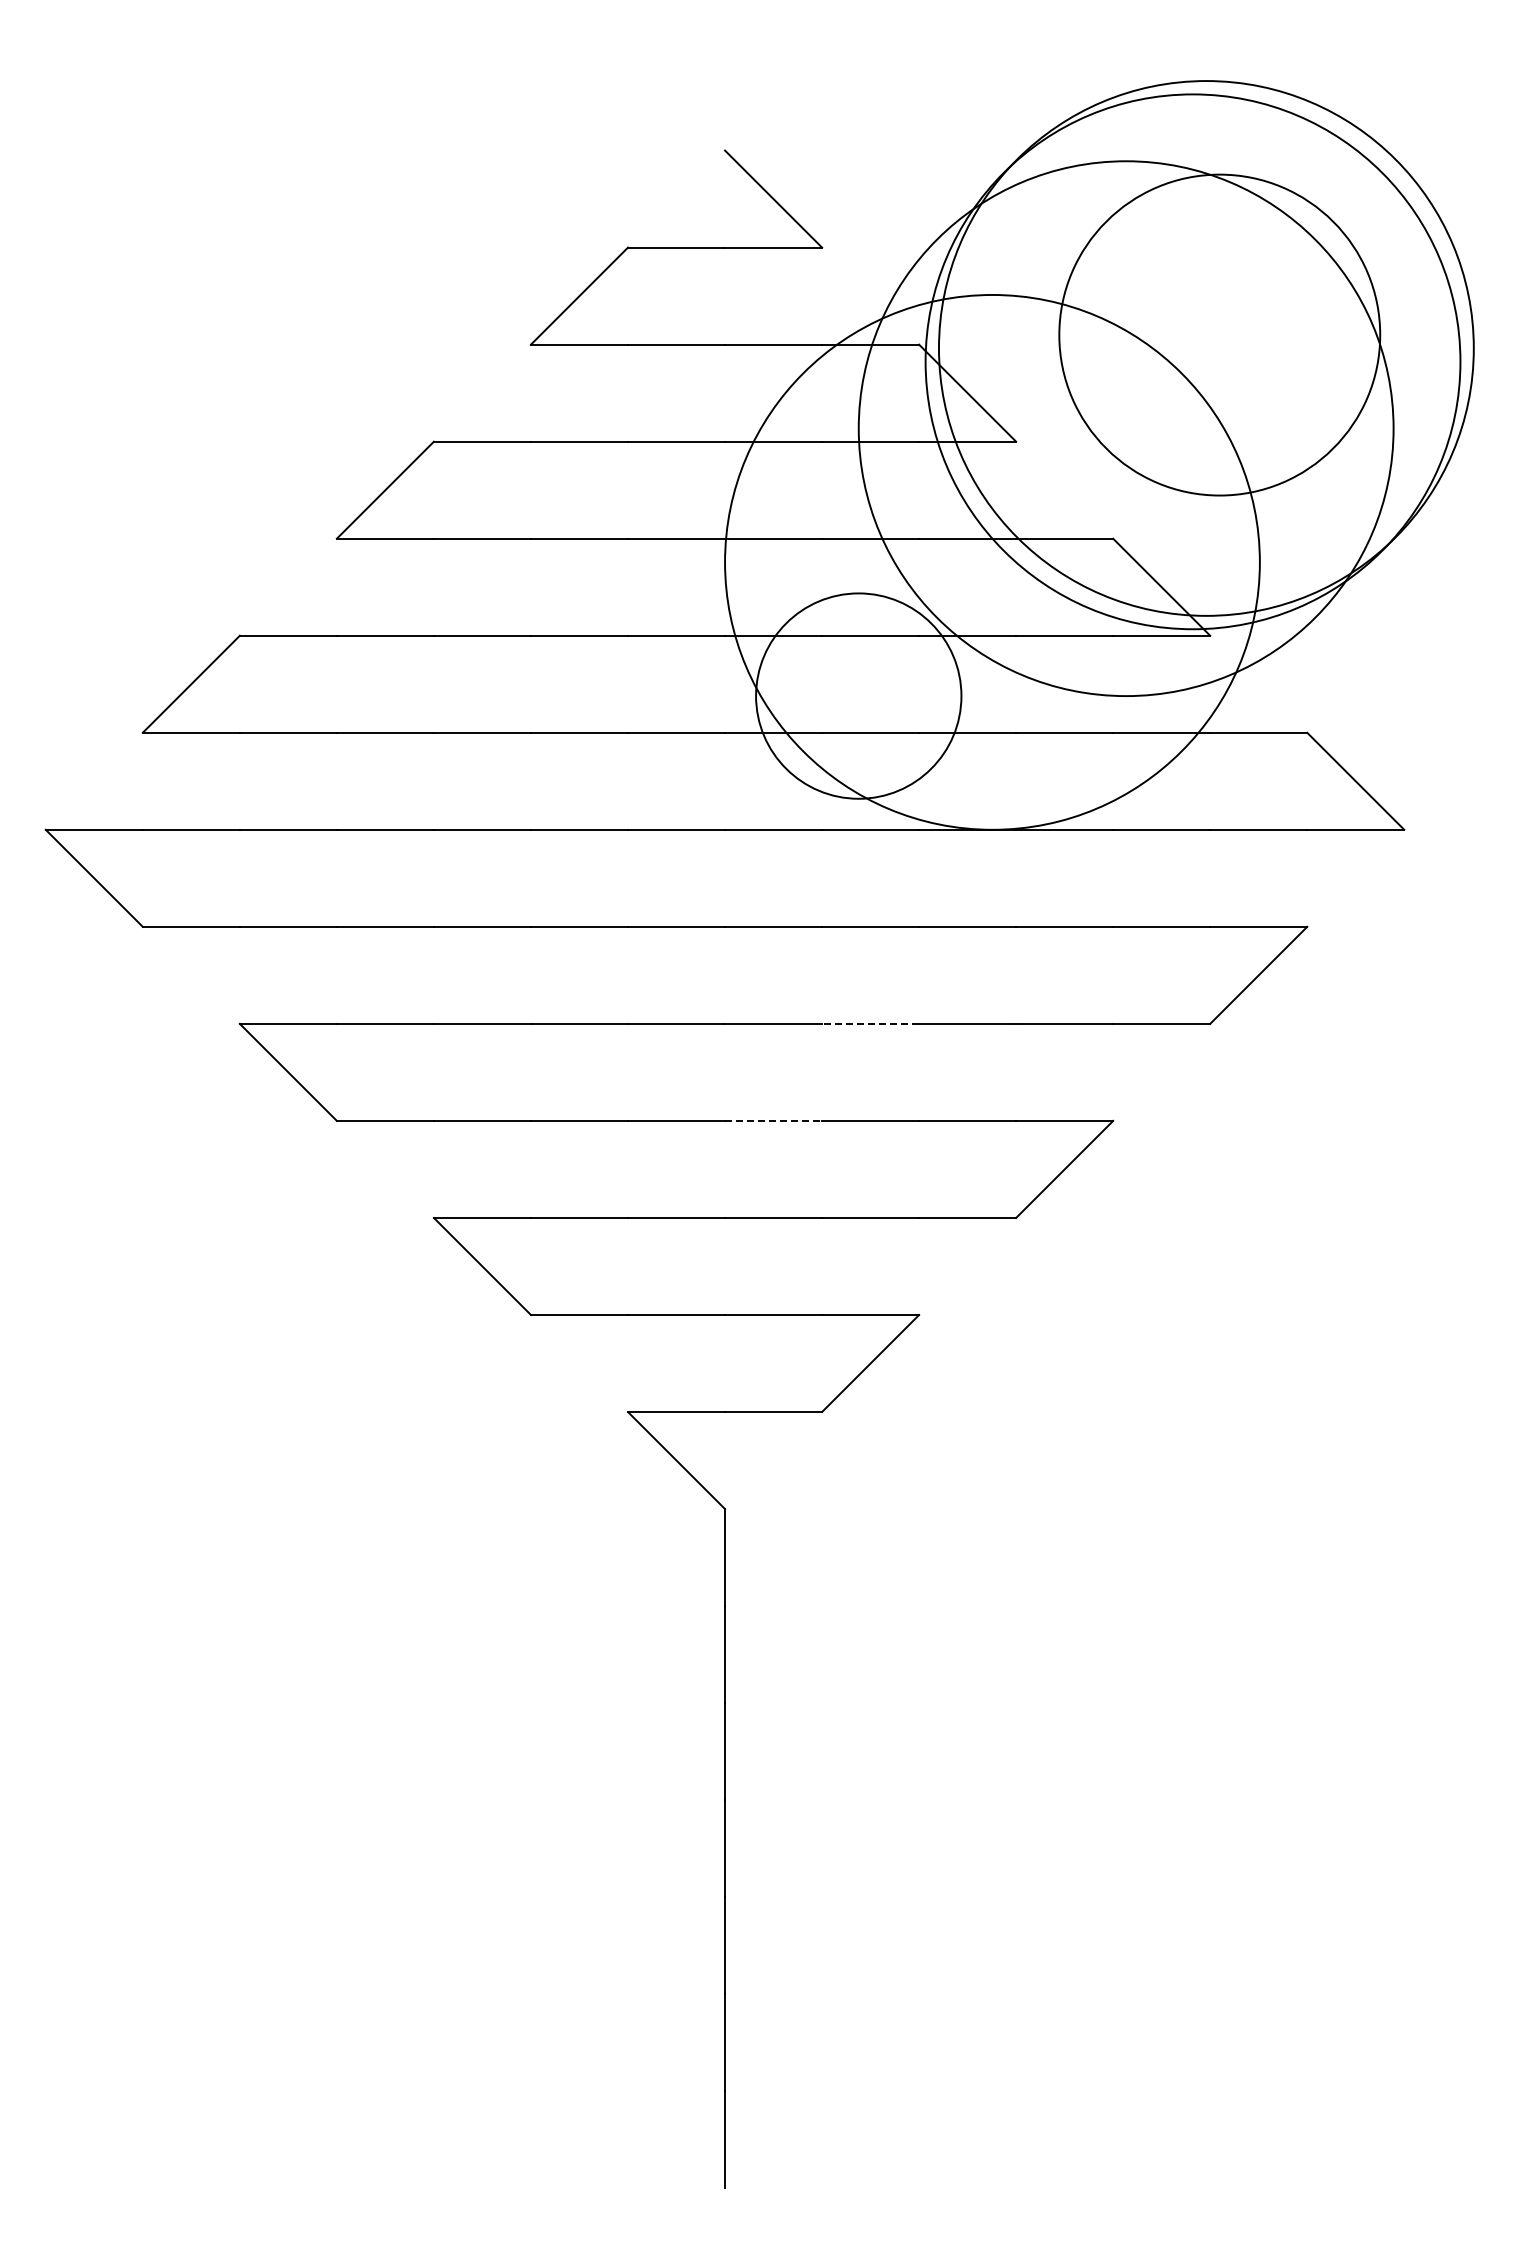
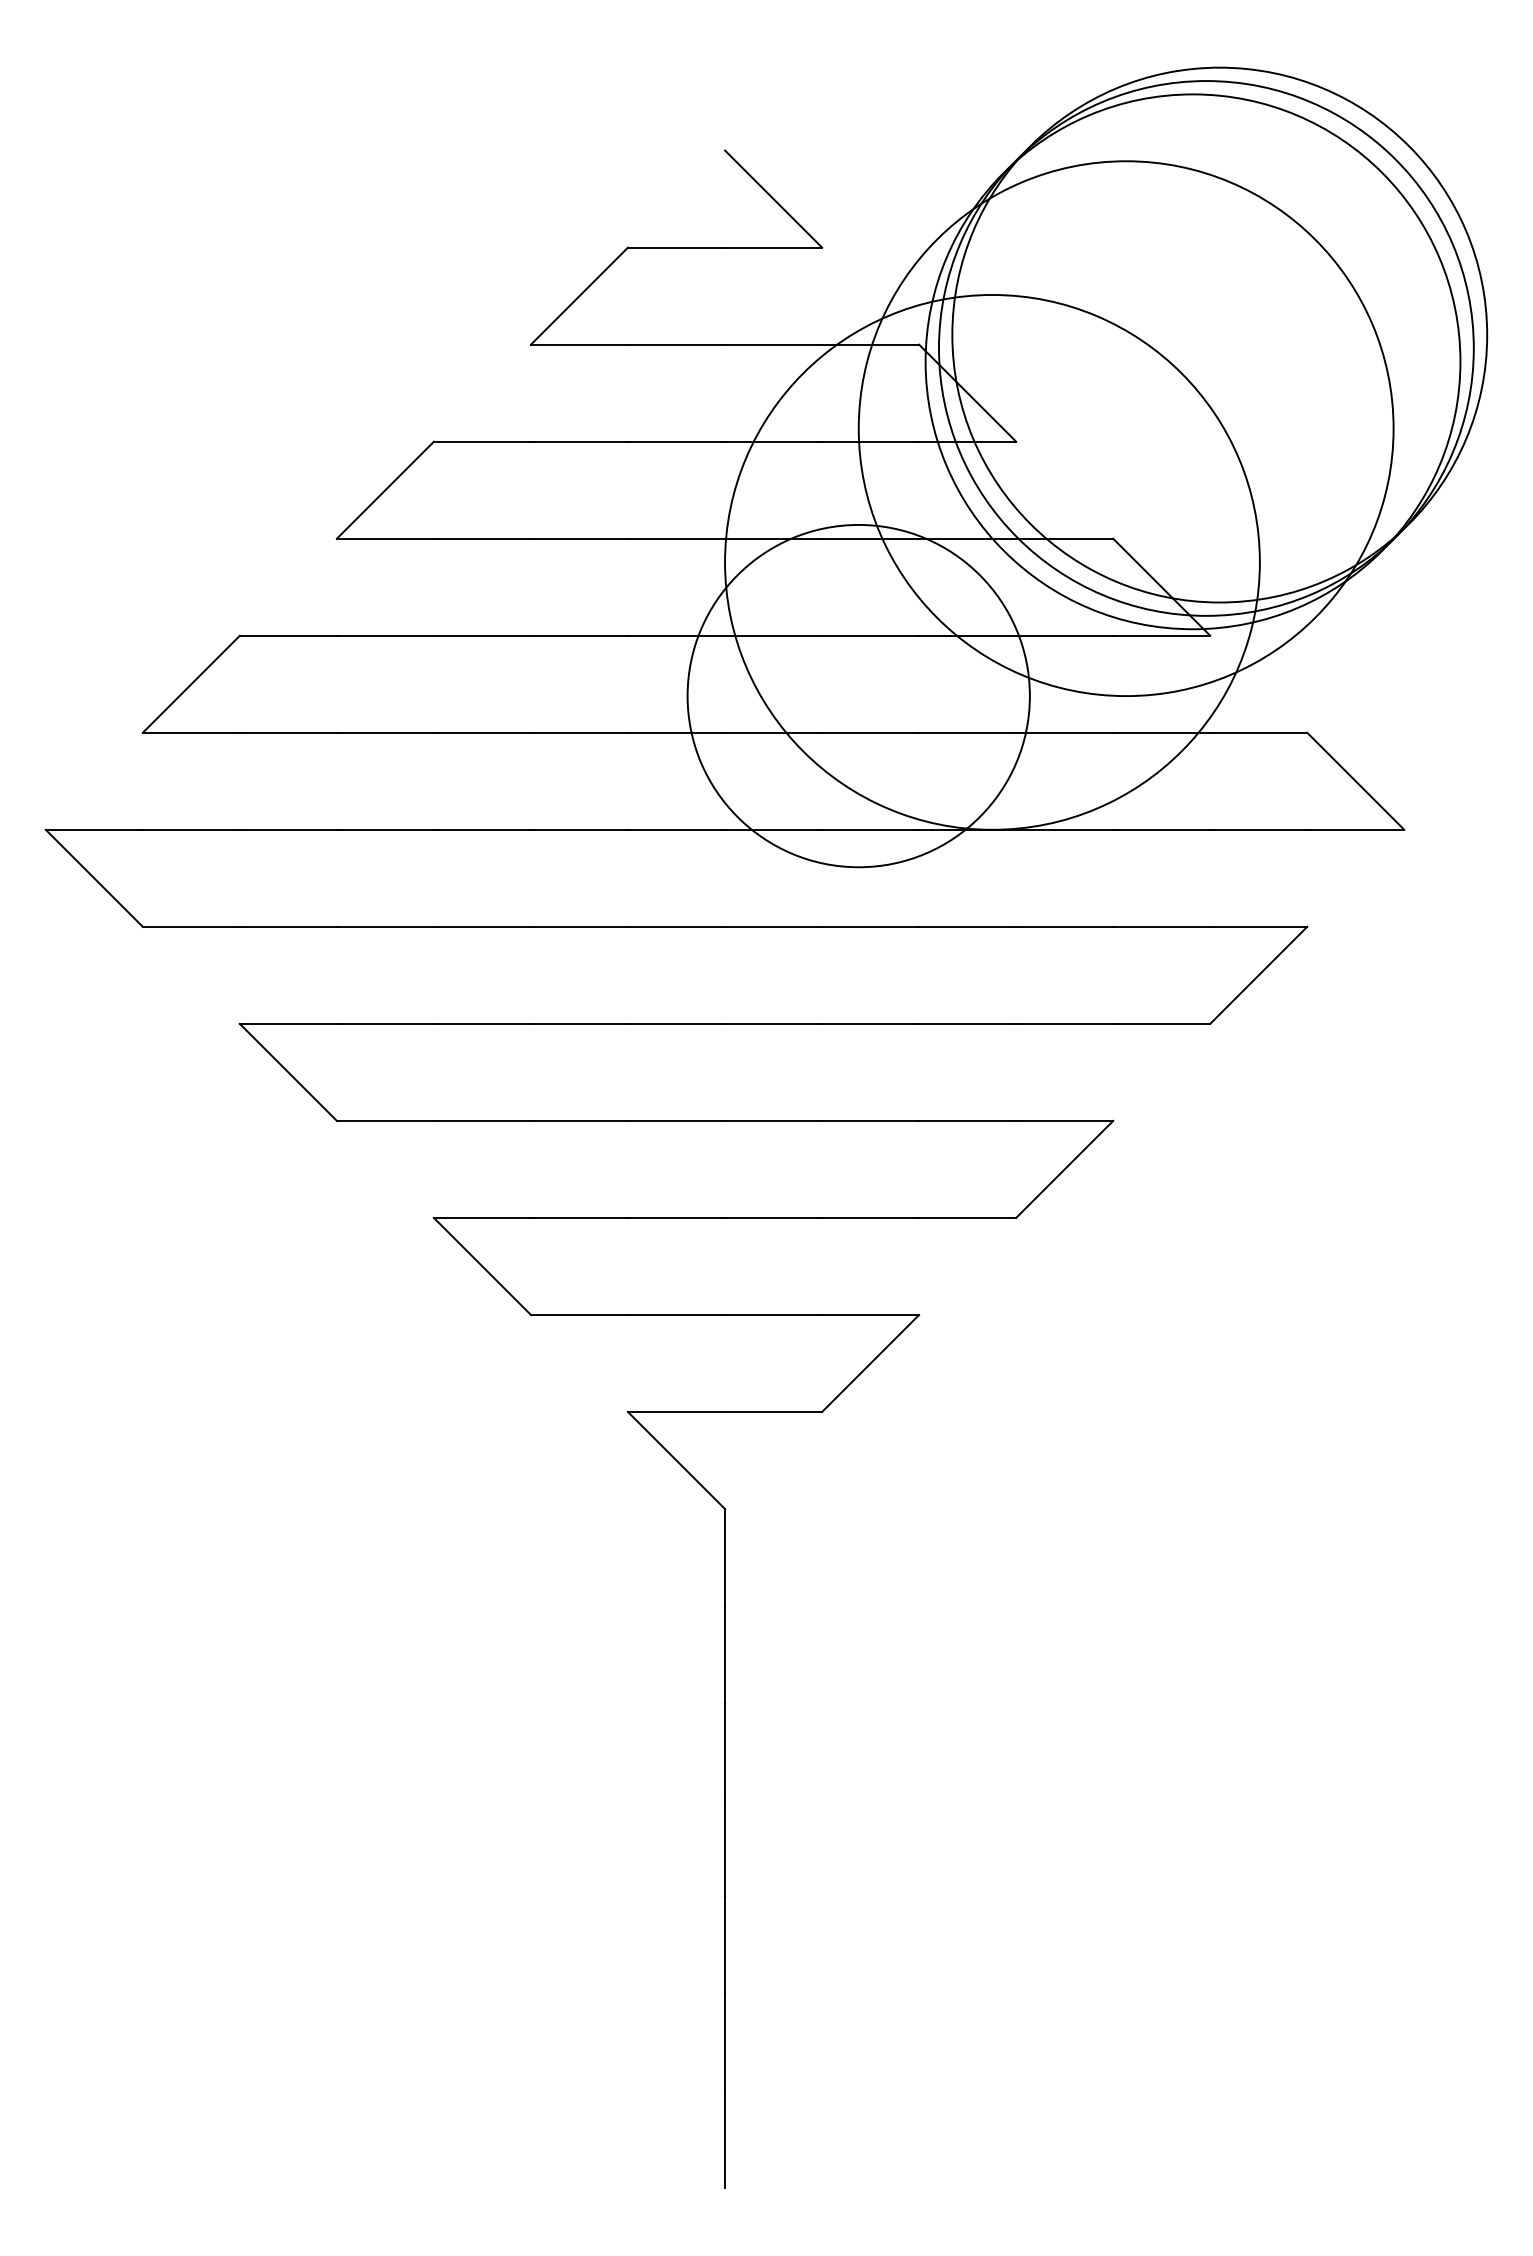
circle at (1219, 334) diameter: 321 px -> 535 px
circle at (858, 695) diameter: 205 px -> 342 px
line at (870, 1023): dashed -> solid
line at (773, 1120): dashed -> solid
